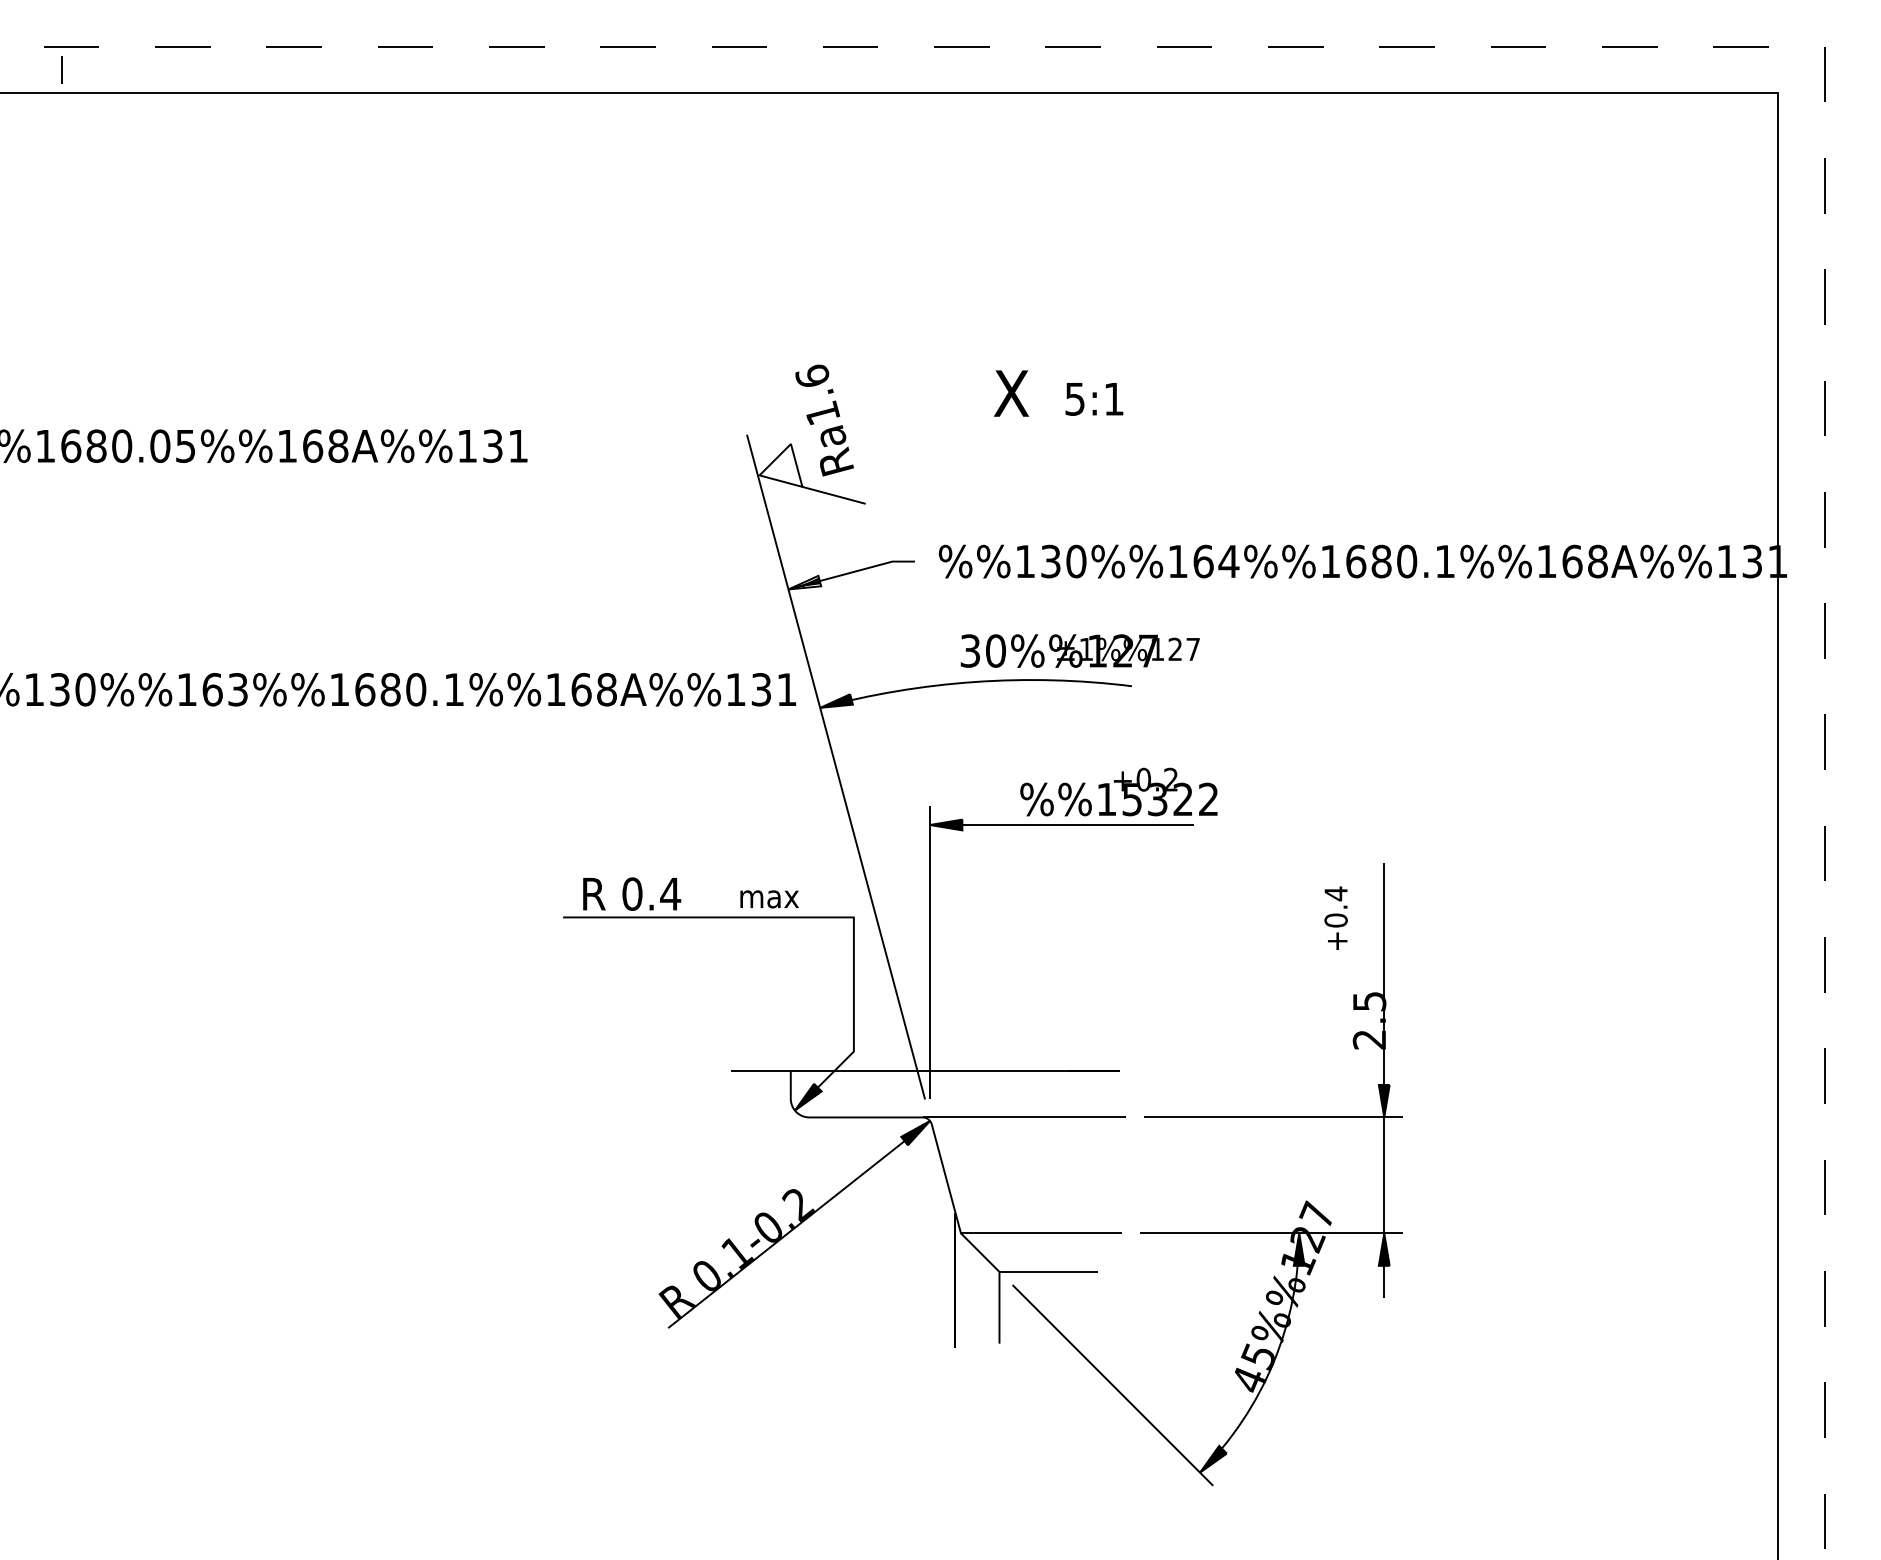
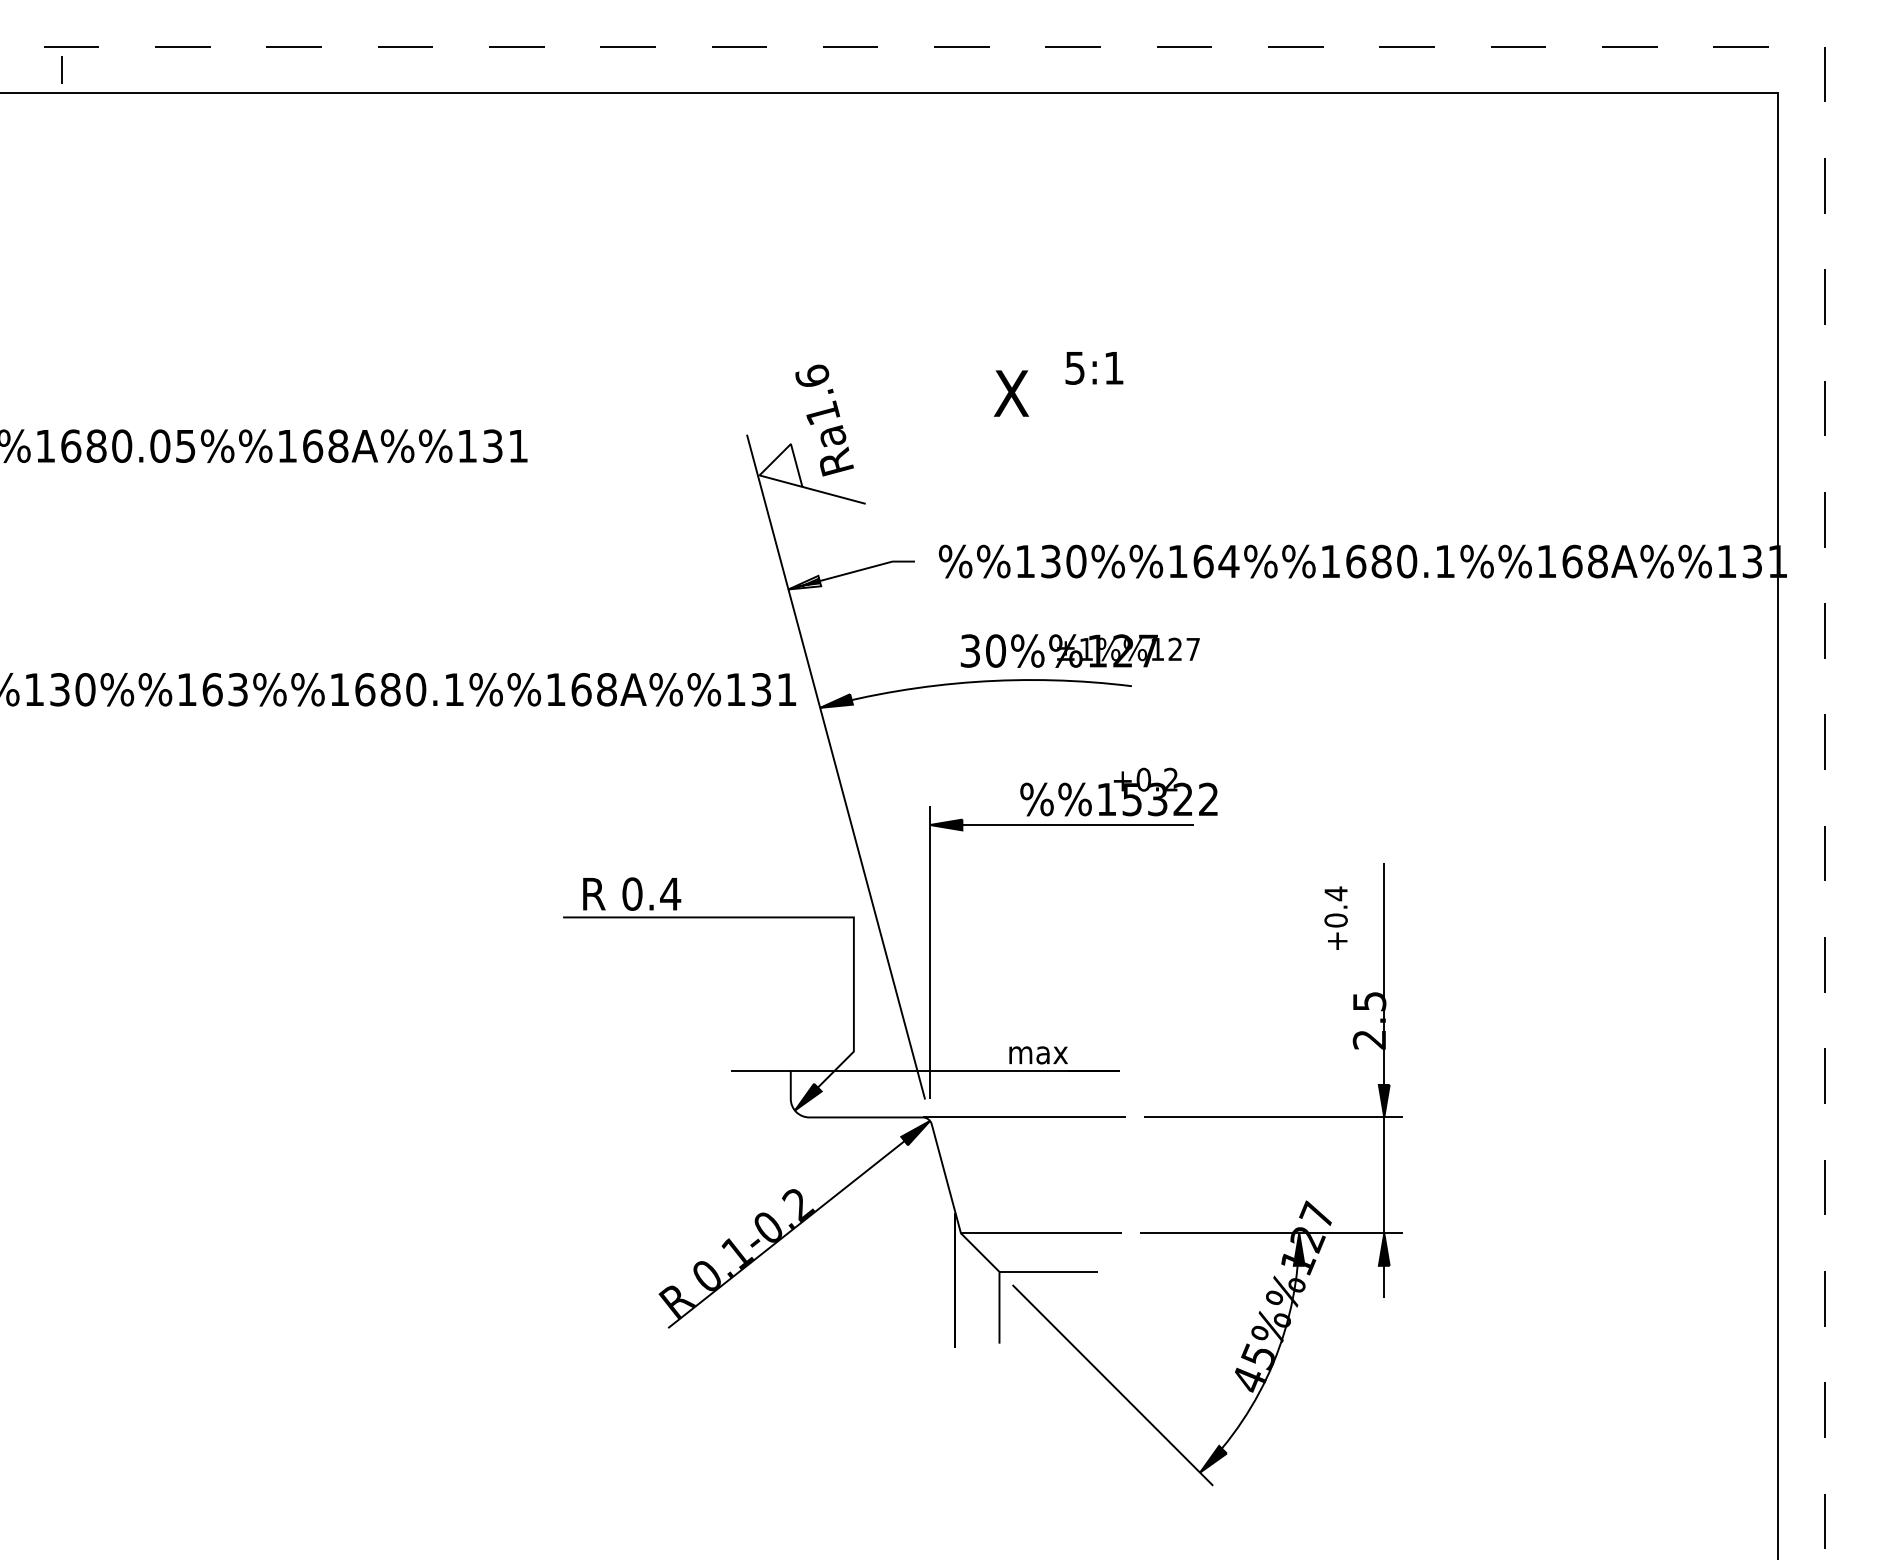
text at (1094, 399) position: (1094, 399) -> (1094, 368)
text at (769, 899) position: (769, 899) -> (1038, 1055)
